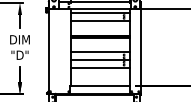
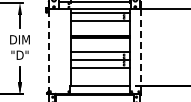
line at (48, 50): solid -> dashed
line at (140, 51): solid -> dashed
